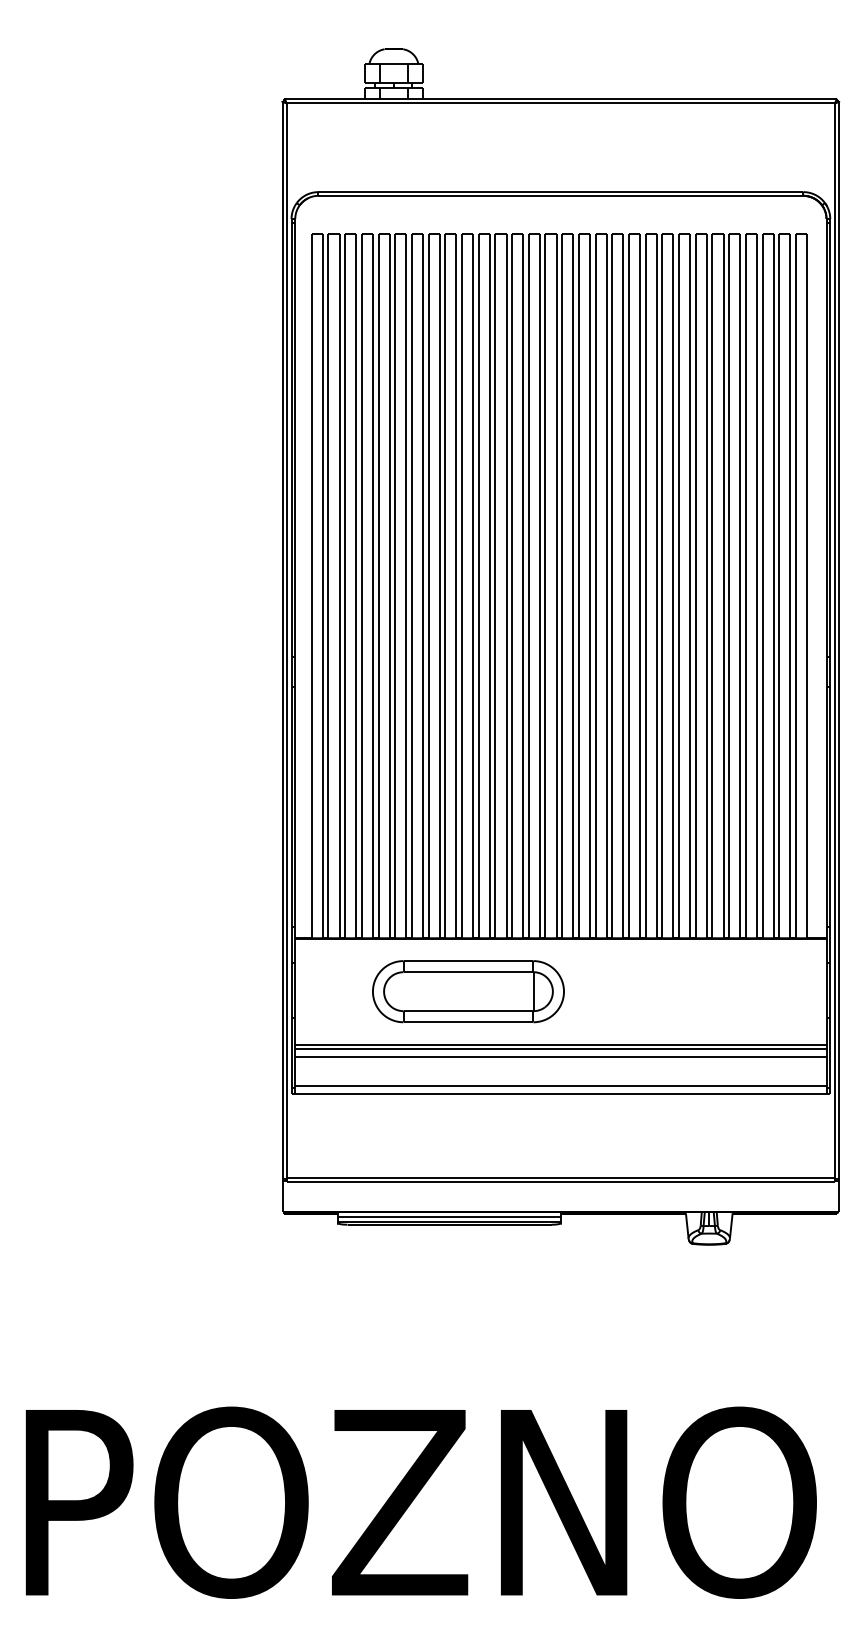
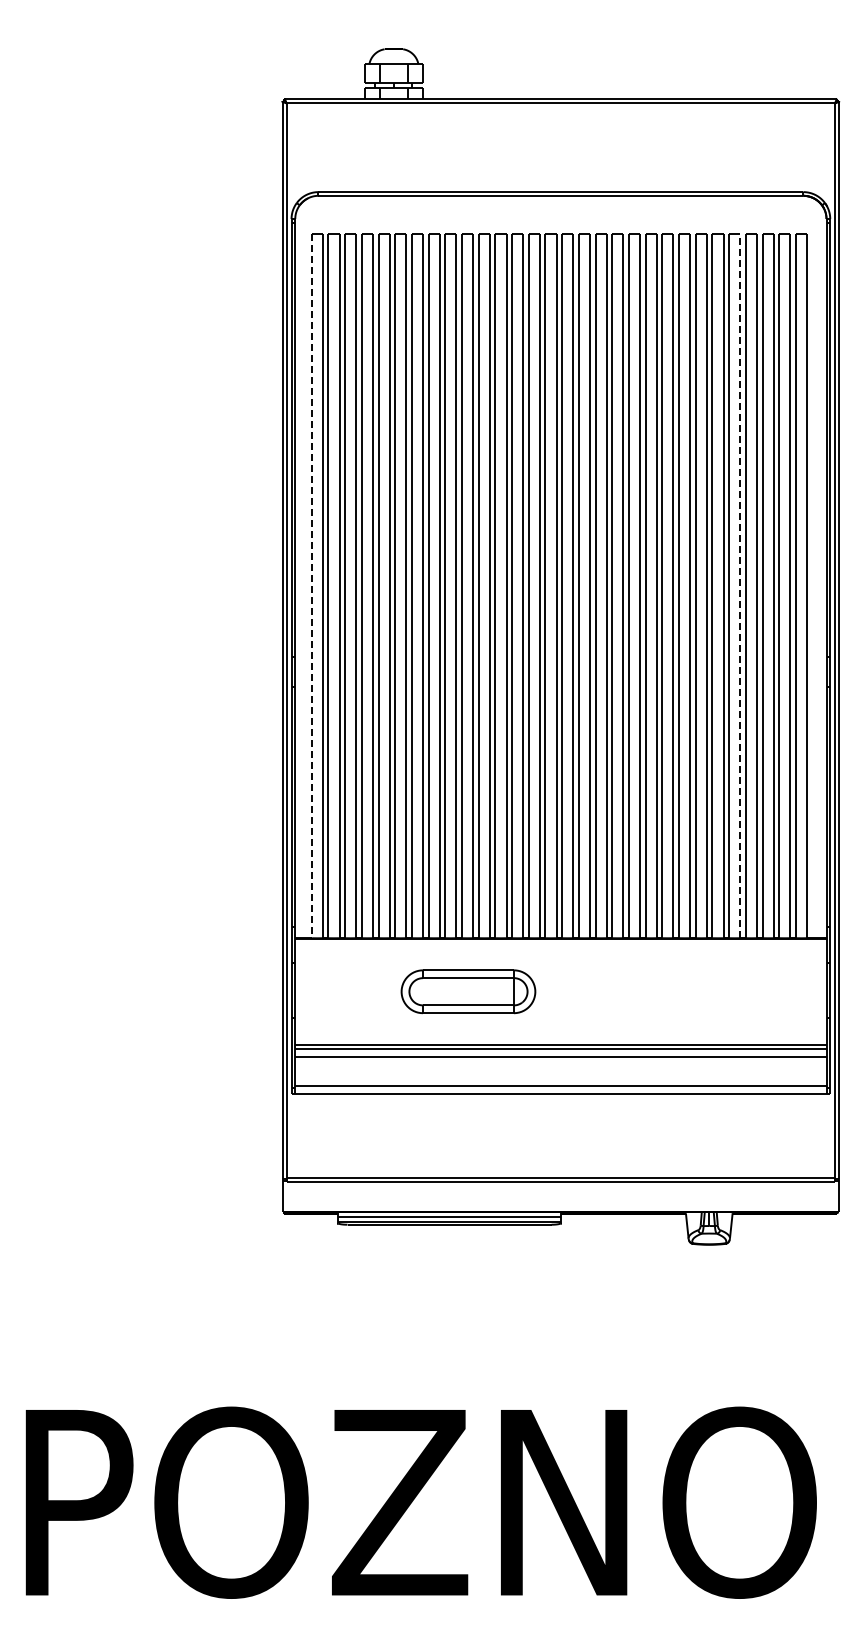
line at (740, 585): solid -> dashed
line at (311, 586): solid -> dashed
part at (468, 991) size: 193x64 px -> 137x46 px
